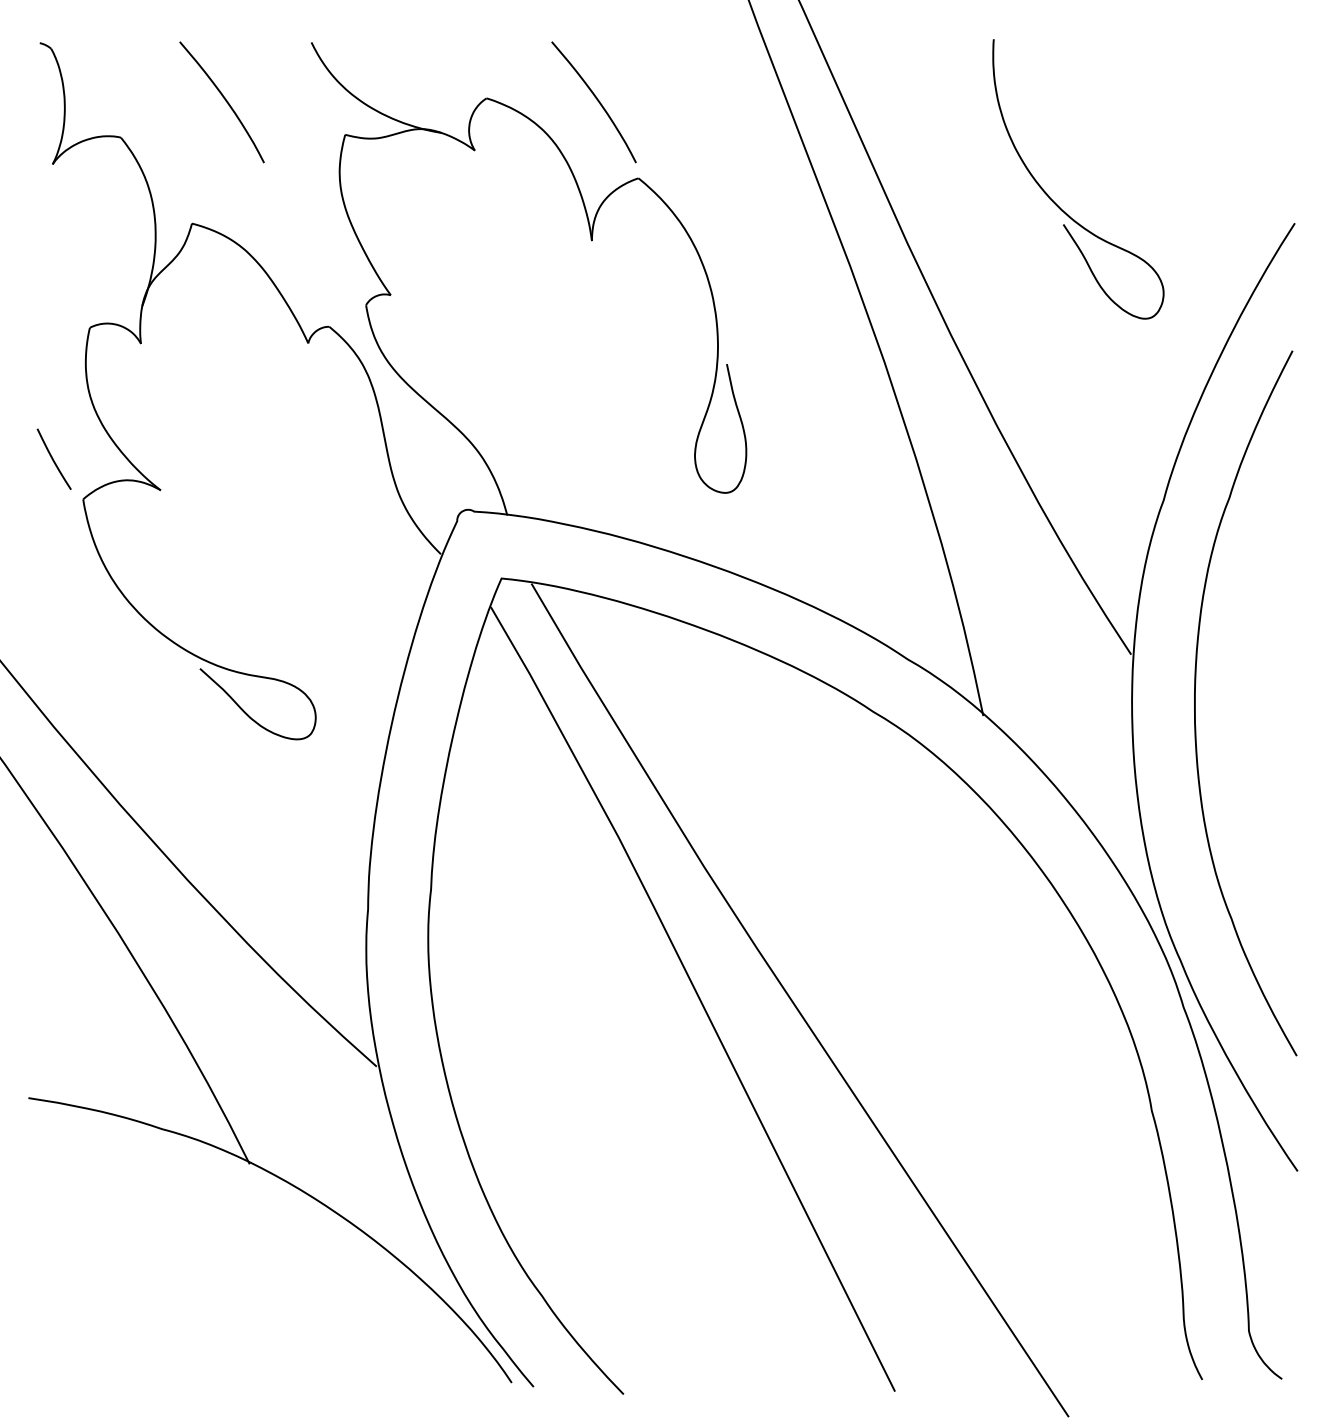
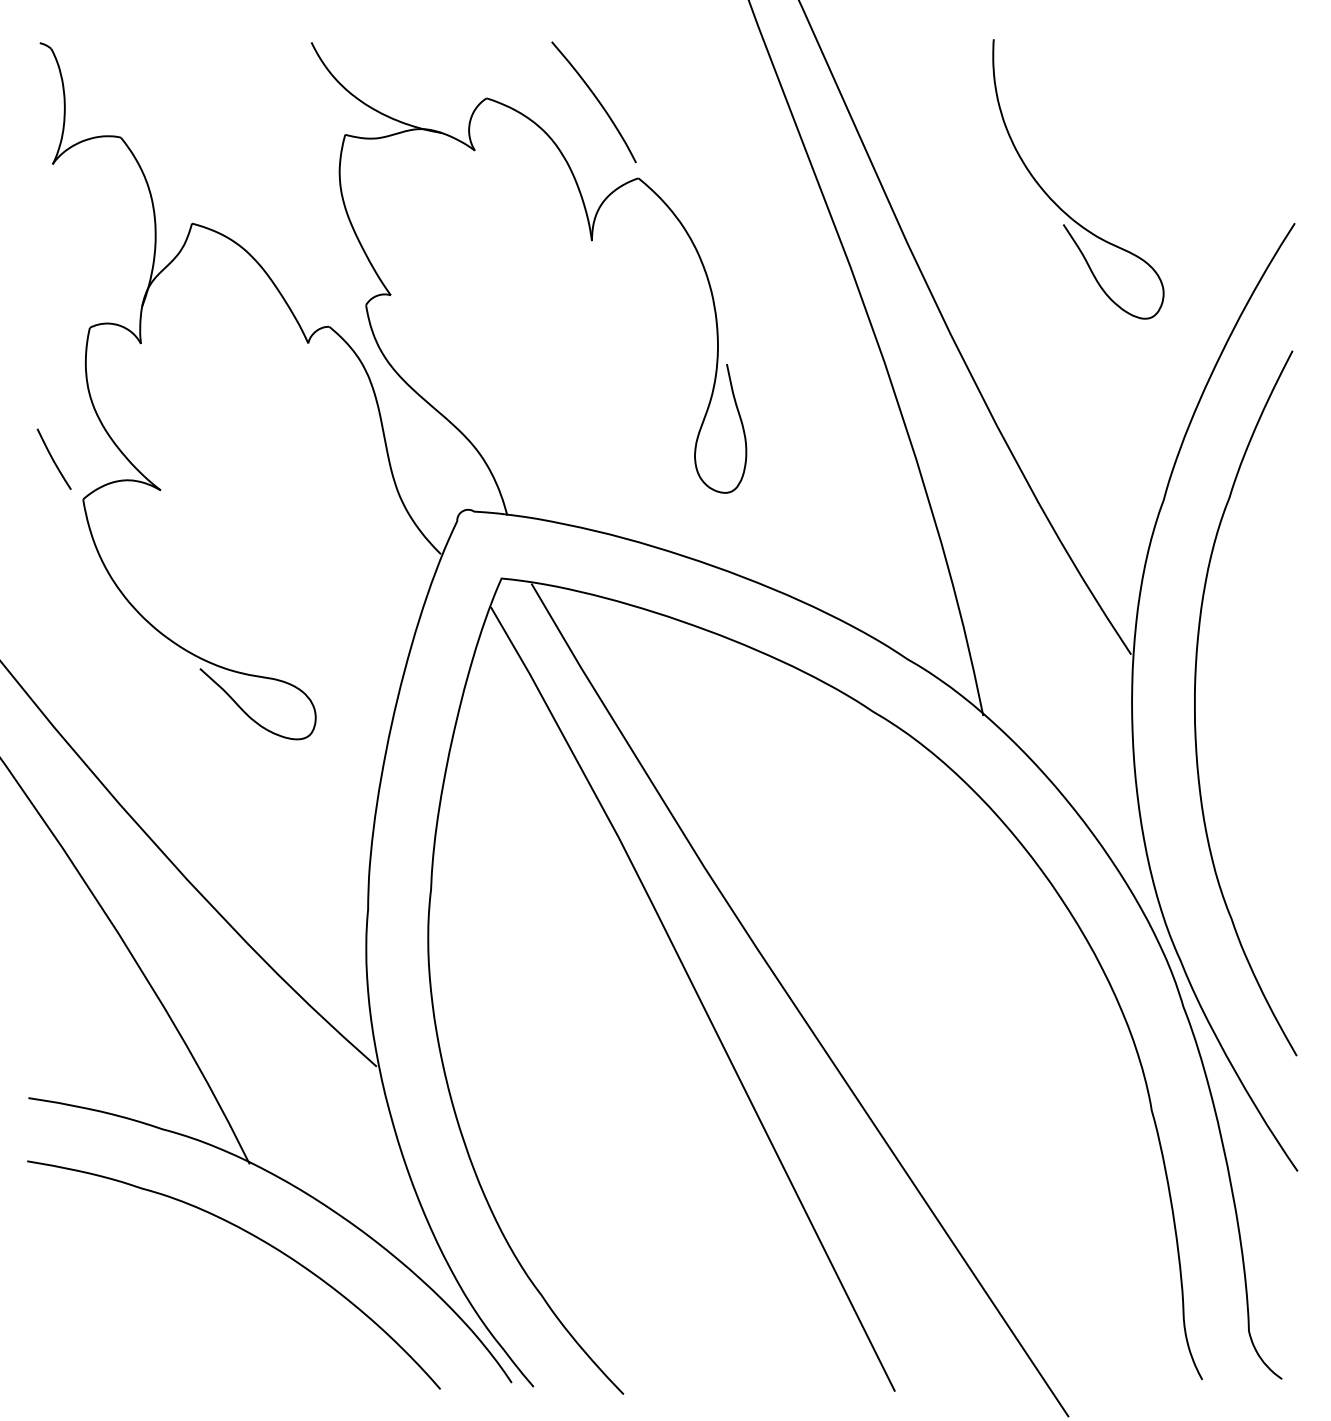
curve at (225, 101): present -> none
curve at (256, 1238): none -> present
